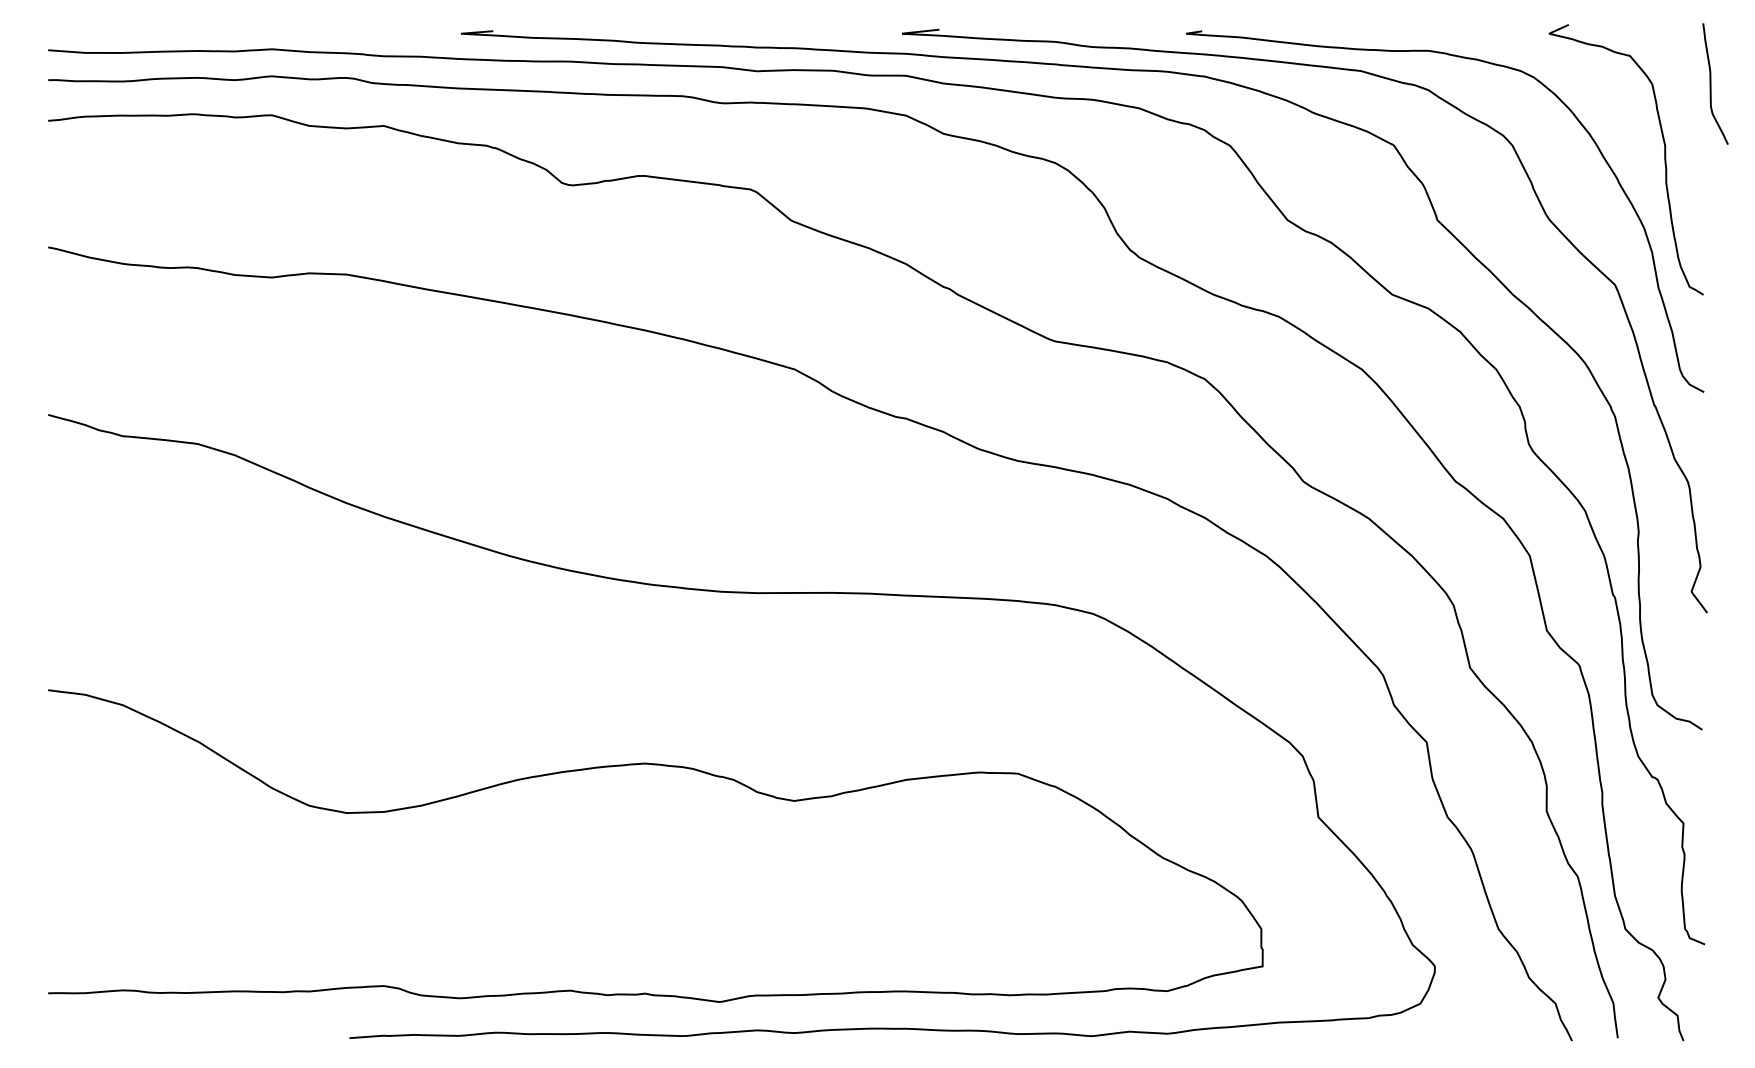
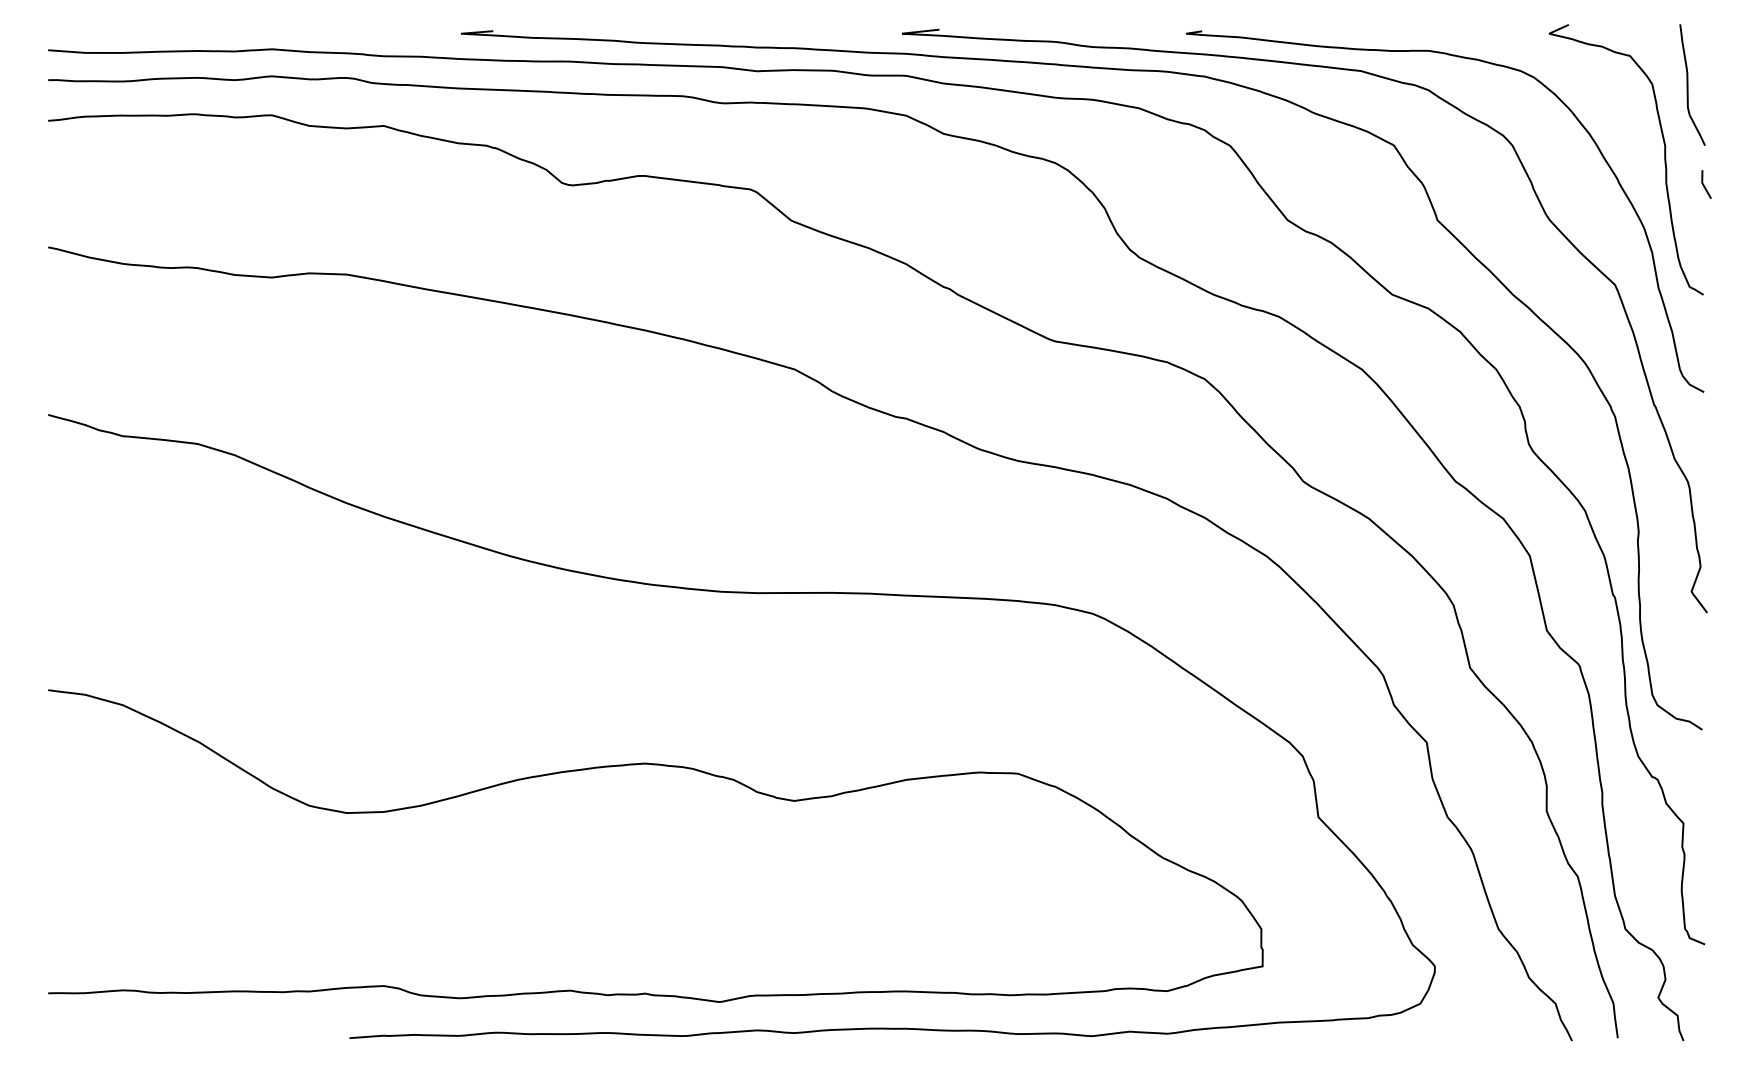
curve at (1711, 83) position: (1711, 83) -> (1688, 84)
line at (1704, 184): none -> present
